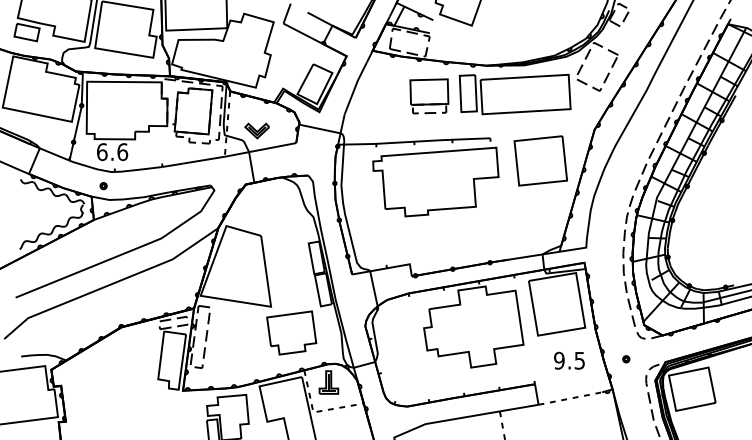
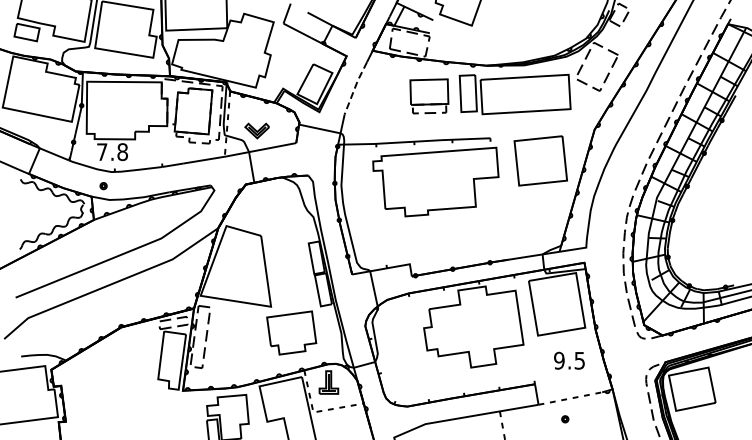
line at (355, 87): solid -> dashed
text at (112, 152): 6.6 -> 7.8
part at (626, 359) position: (626, 359) -> (565, 419)
